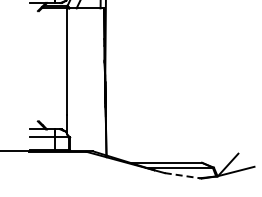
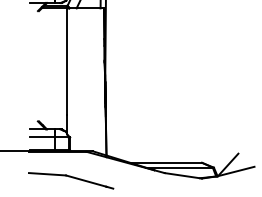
line at (183, 175): dashed -> solid
part at (71, 180): none -> present
